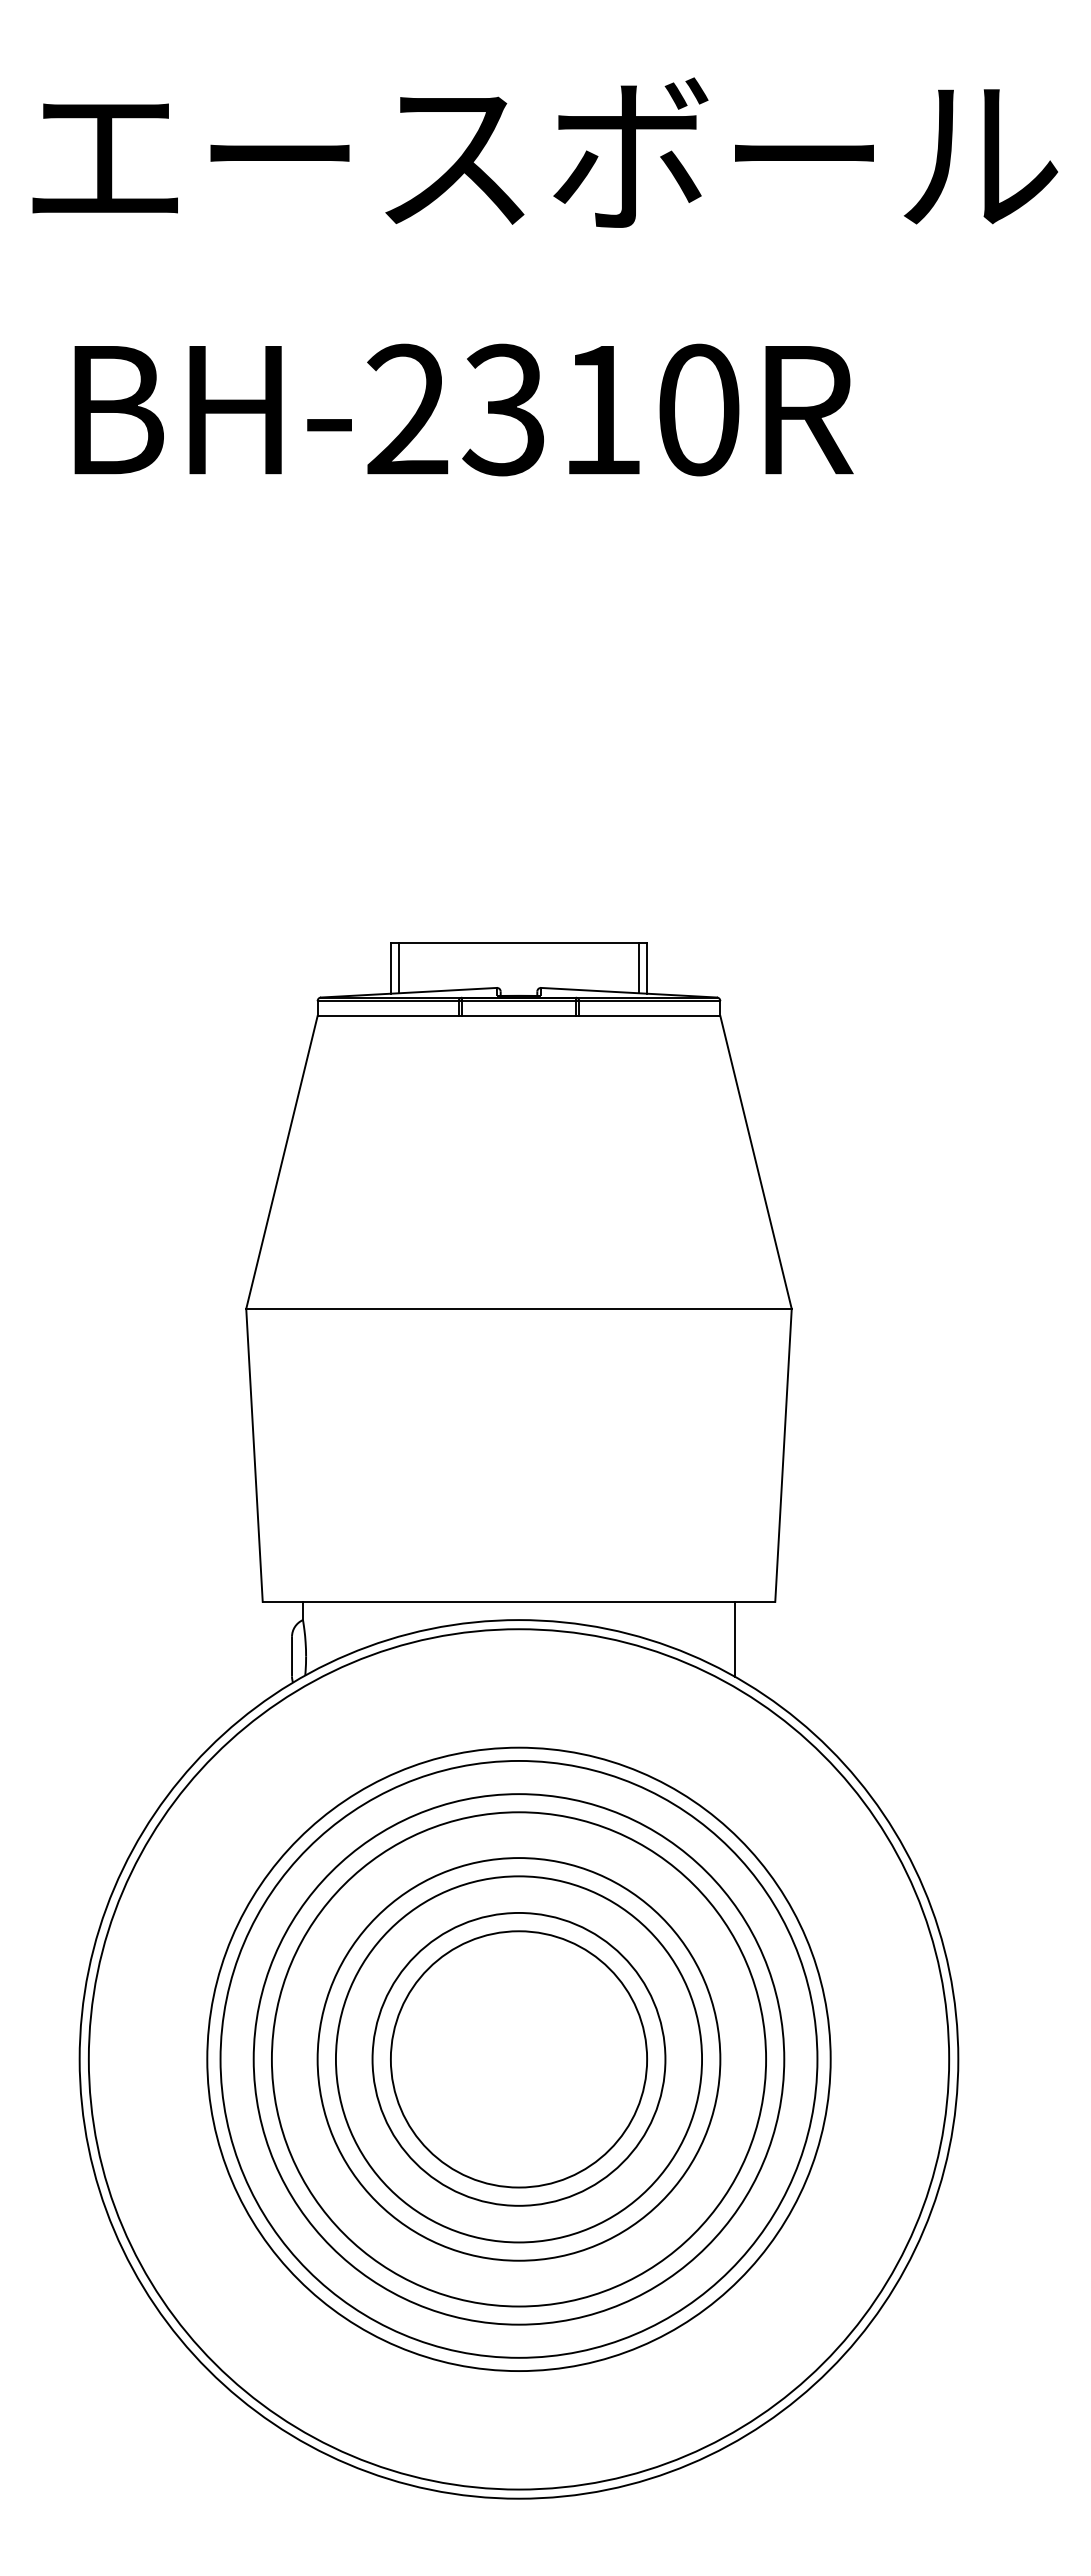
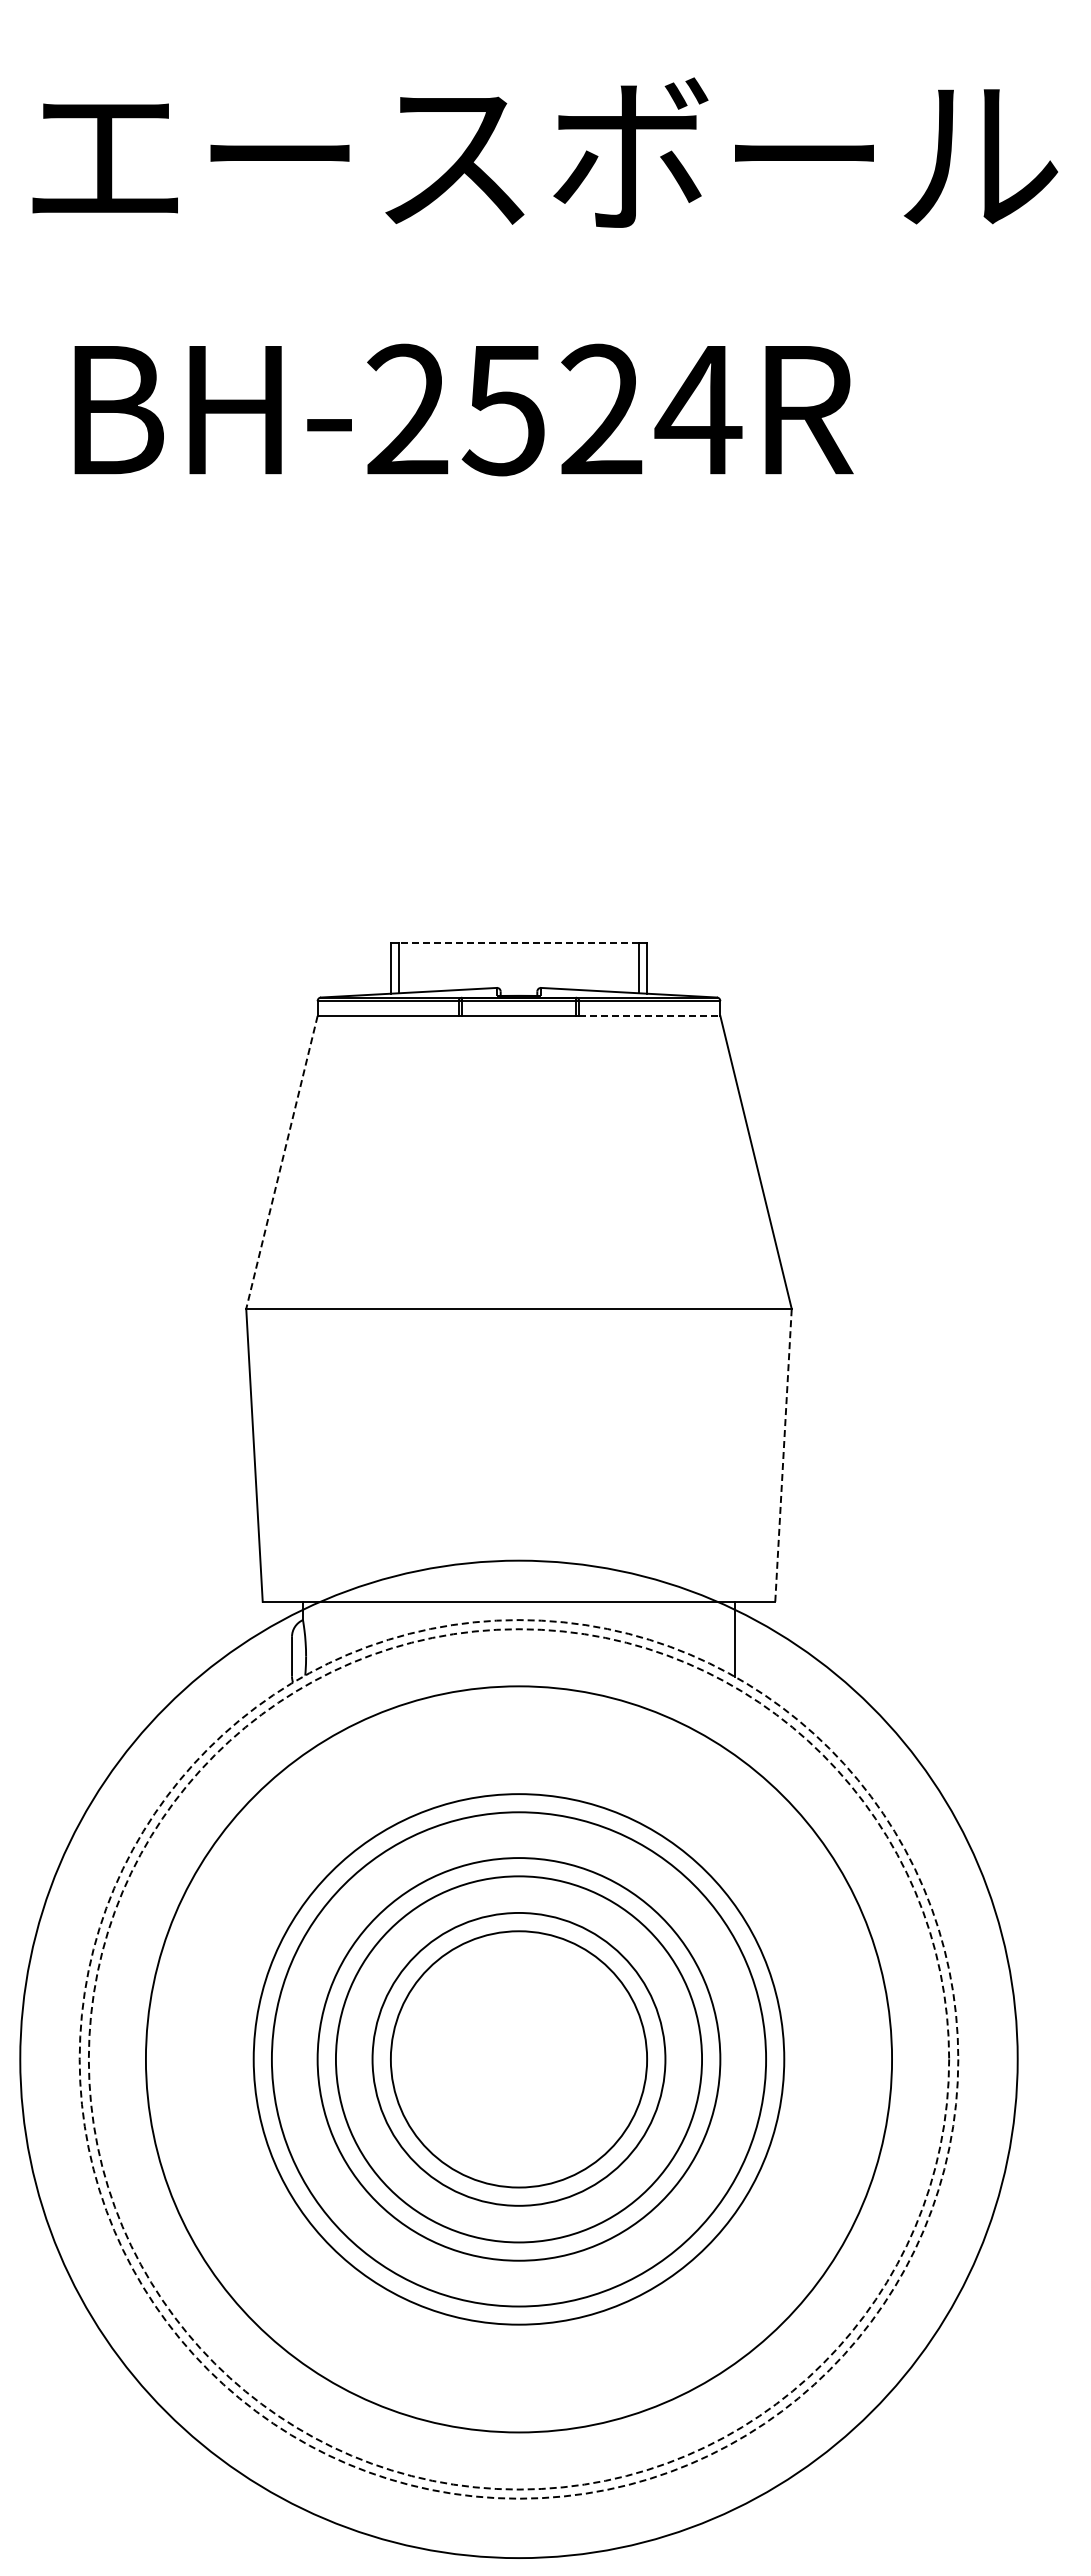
text at (601, 409): BH-2310R -> BH-2524R
line at (518, 942): solid -> dashed
line at (650, 1016): solid -> dashed
line at (281, 1162): solid -> dashed
line at (783, 1455): solid -> dashed
circle at (518, 2058) diameter: 597 px -> 746 px
circle at (518, 2059) diameter: 623 px -> 997 px
circle at (518, 2059): solid -> dashed
circle at (518, 2059): solid -> dashed
